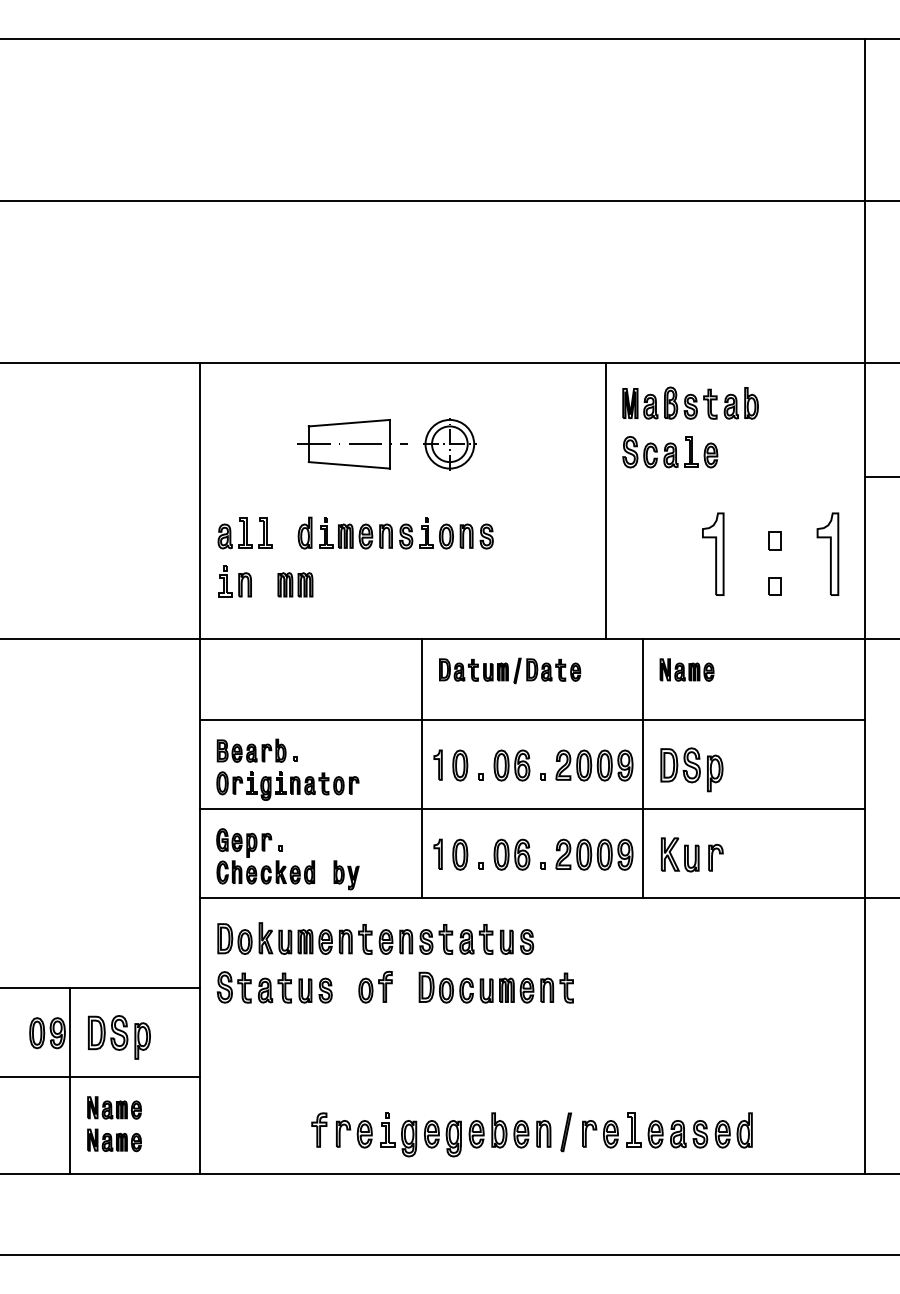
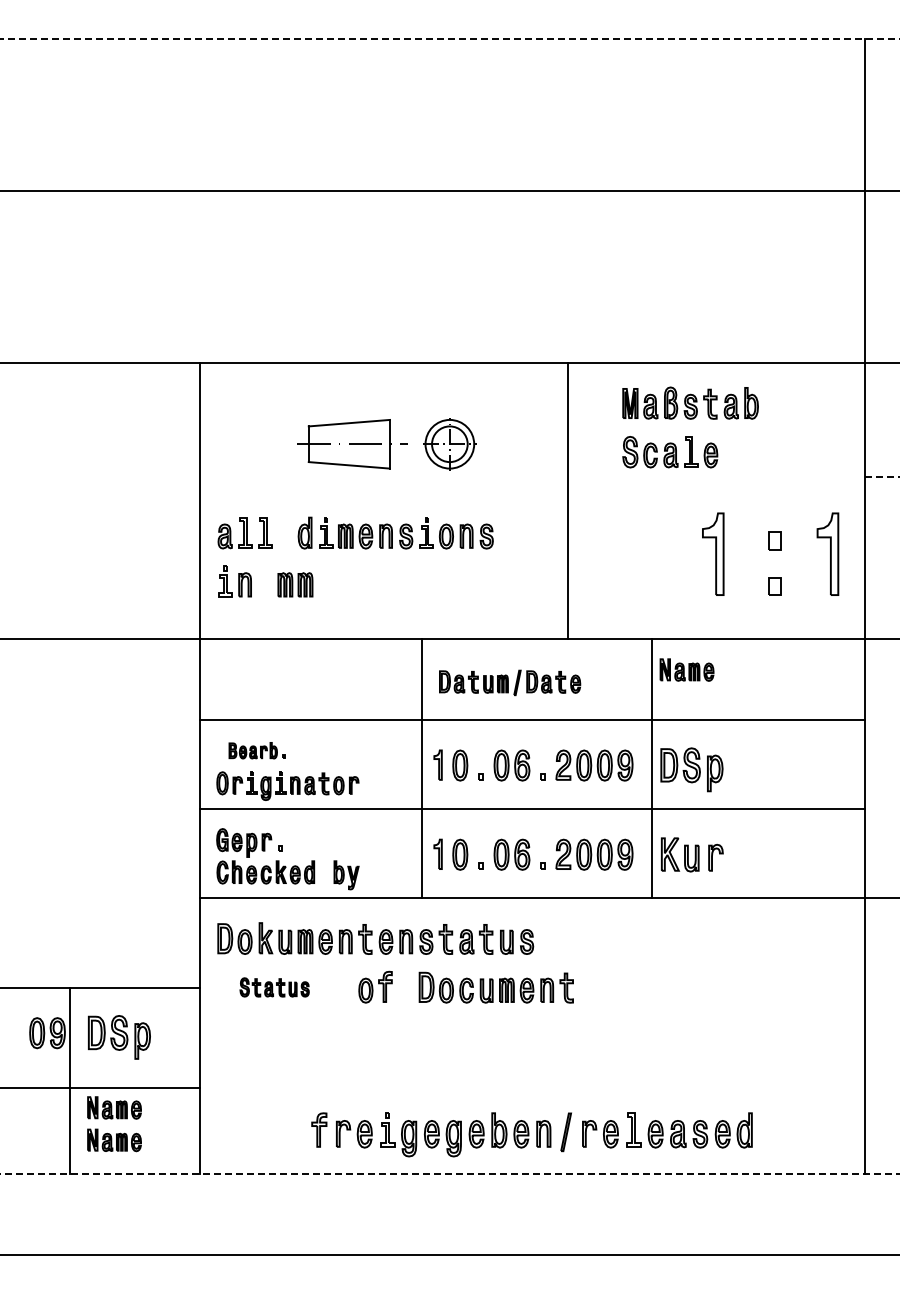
line at (450, 38): solid -> dashed
line at (449, 201) position: (449, 201) -> (449, 191)
line at (882, 476): solid -> dashed
line at (605, 500) position: (605, 500) -> (567, 500)
part at (510, 670) position: (510, 670) -> (510, 682)
part at (256, 750) size: 82x25 px -> 58x18 px
line at (642, 768) position: (642, 768) -> (651, 768)
part at (274, 987) size: 117x33 px -> 71x21 px
line at (101, 1076) position: (101, 1076) -> (101, 1087)
line at (449, 1174): solid -> dashed
